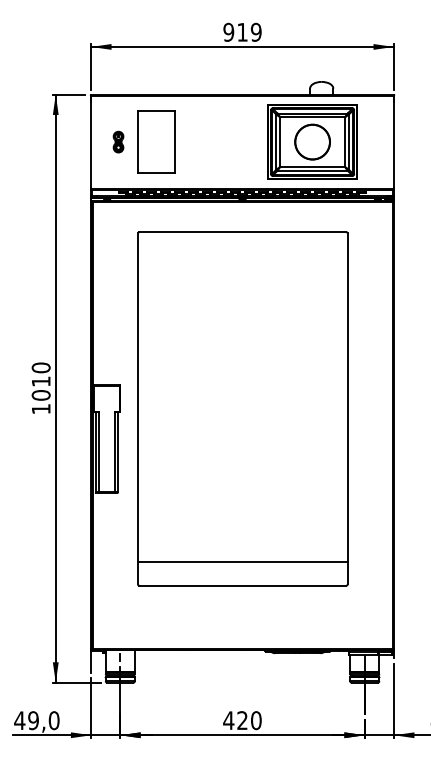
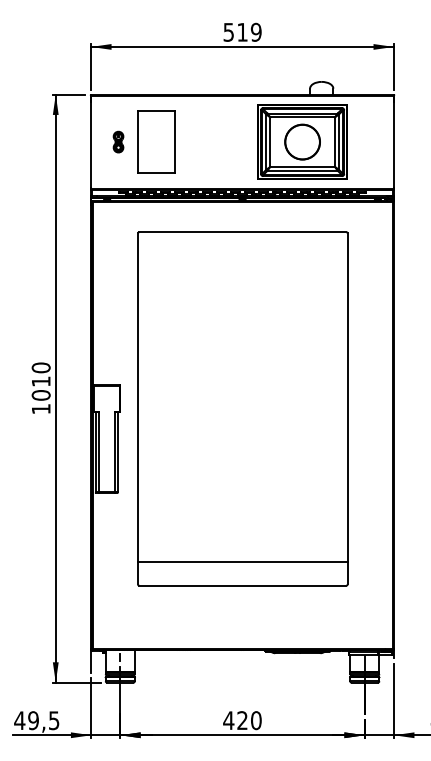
text at (228, 31): 919 -> 519
part at (312, 141) position: (312, 141) -> (302, 141)
text at (53, 720): 49,0 -> 49,5
